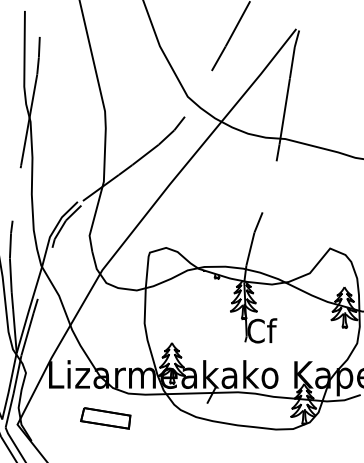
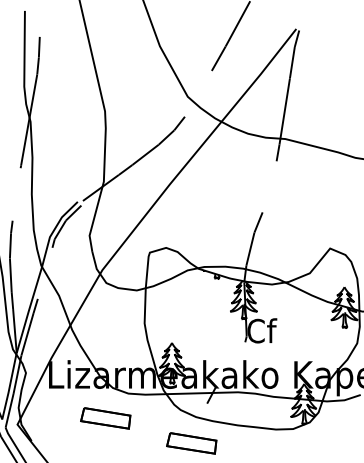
part at (191, 443): none -> present
